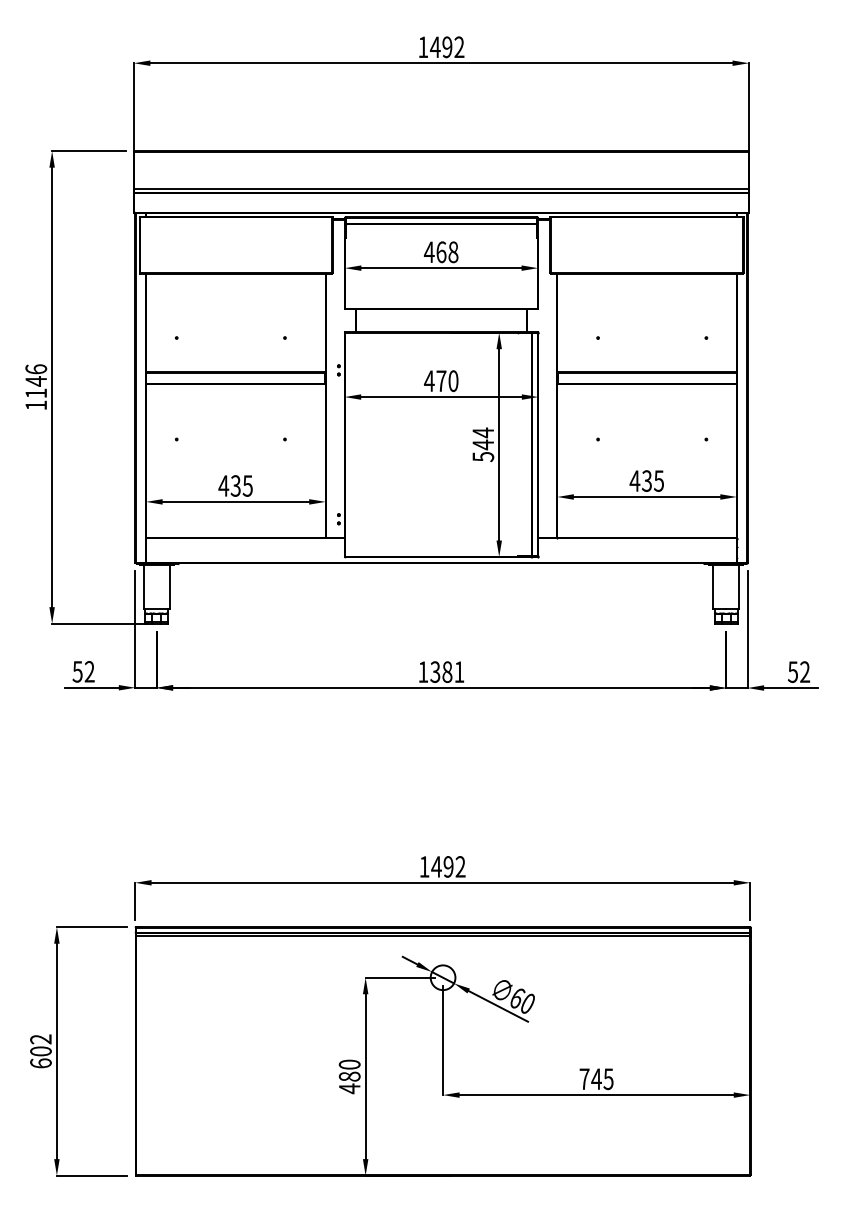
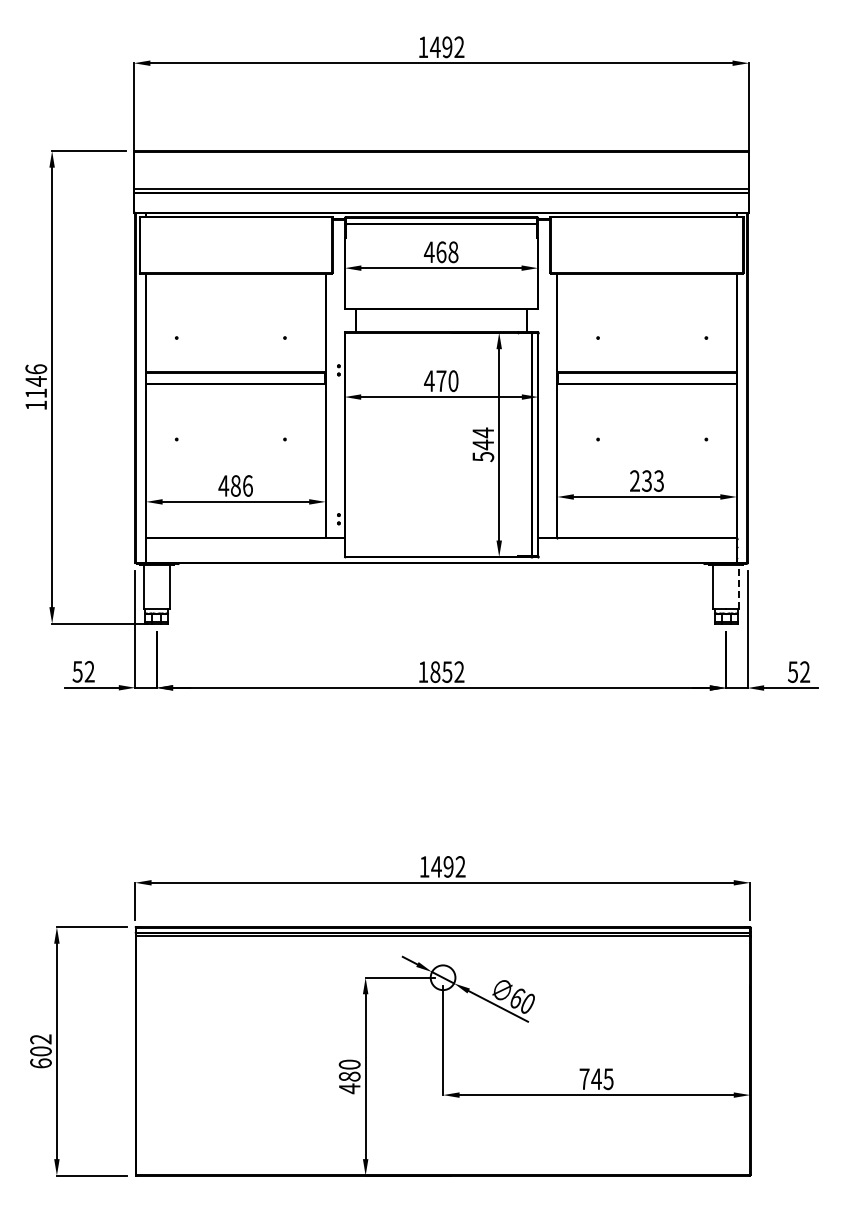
text at (646, 480): 435 -> 233
text at (241, 485): 435 -> 486
line at (739, 587): solid -> dashed
text at (447, 671): 1381 -> 1852
